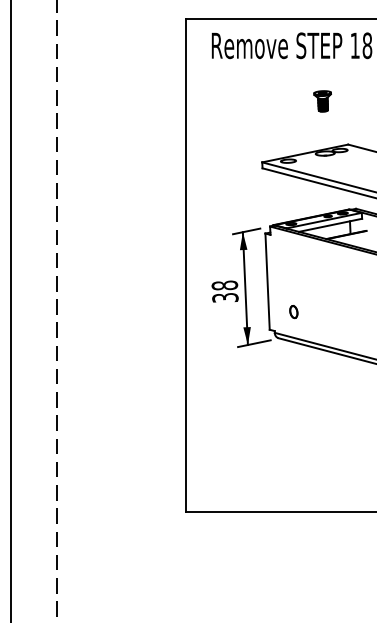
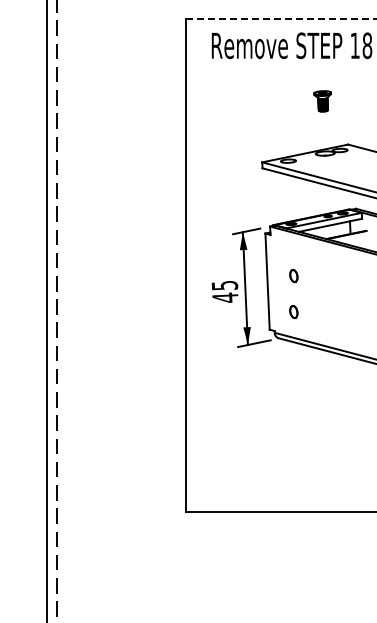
line at (281, 19): solid -> dashed
part at (293, 276): none -> present
text at (224, 291): 38 -> 45
line at (11, 310) position: (11, 310) -> (47, 310)
